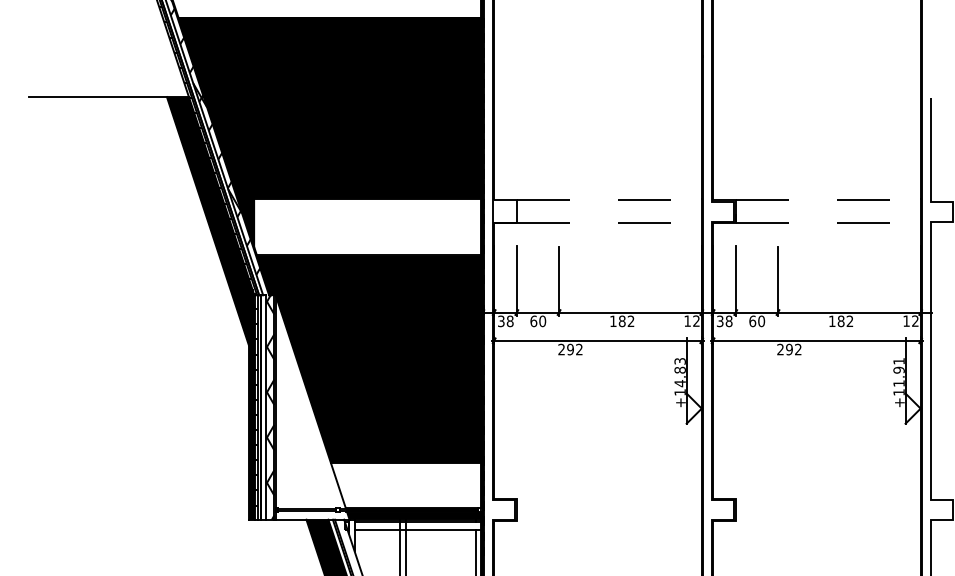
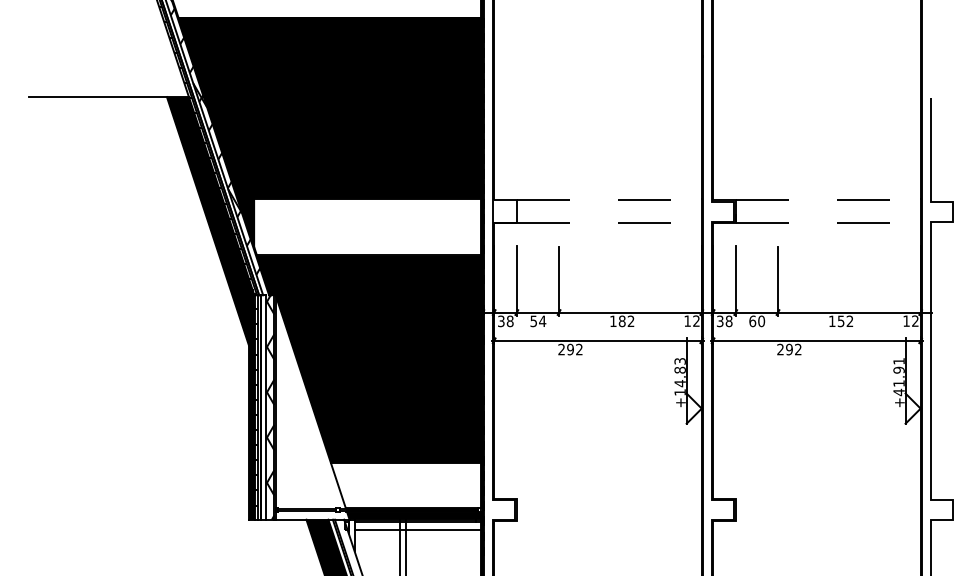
text at (538, 321): 60 -> 54
text at (840, 321): 182 -> 152
text at (898, 392): +11.91 -> +41.91
line at (475, 550): present -> none
